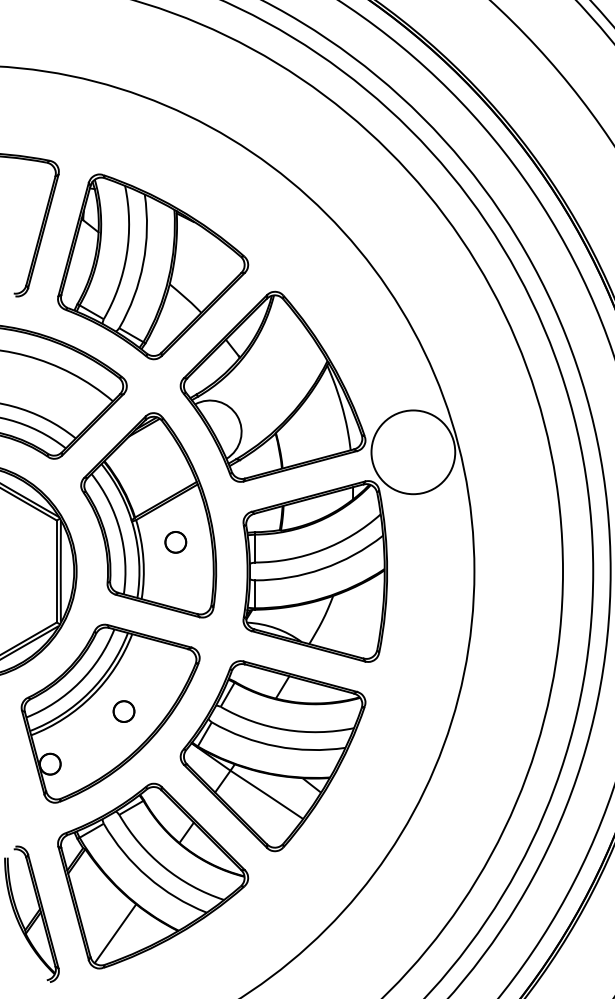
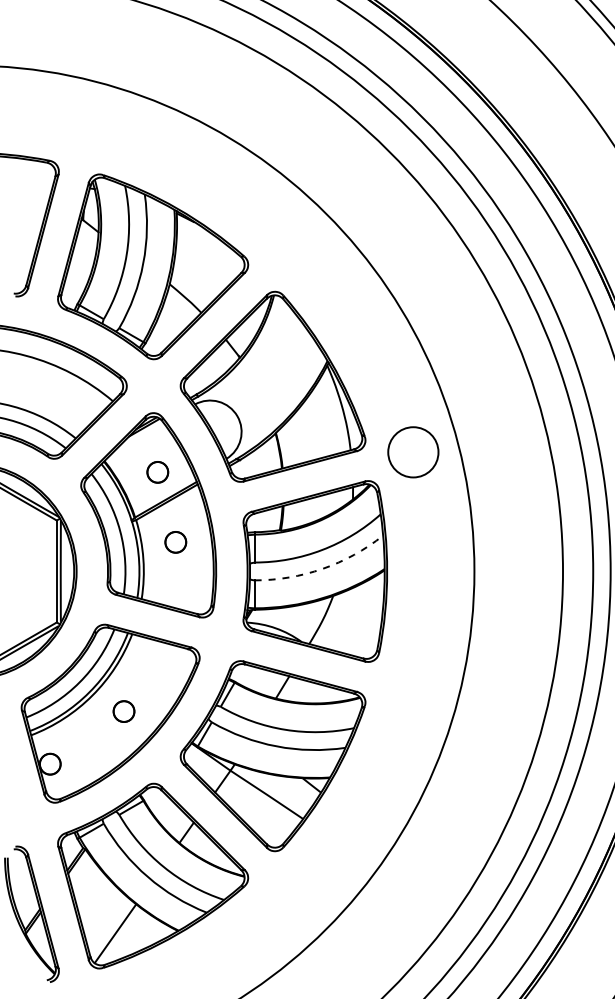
circle at (413, 452) diameter: 84 px -> 50 px
part at (157, 472): none -> present
arc at (322, 568): solid -> dashed
